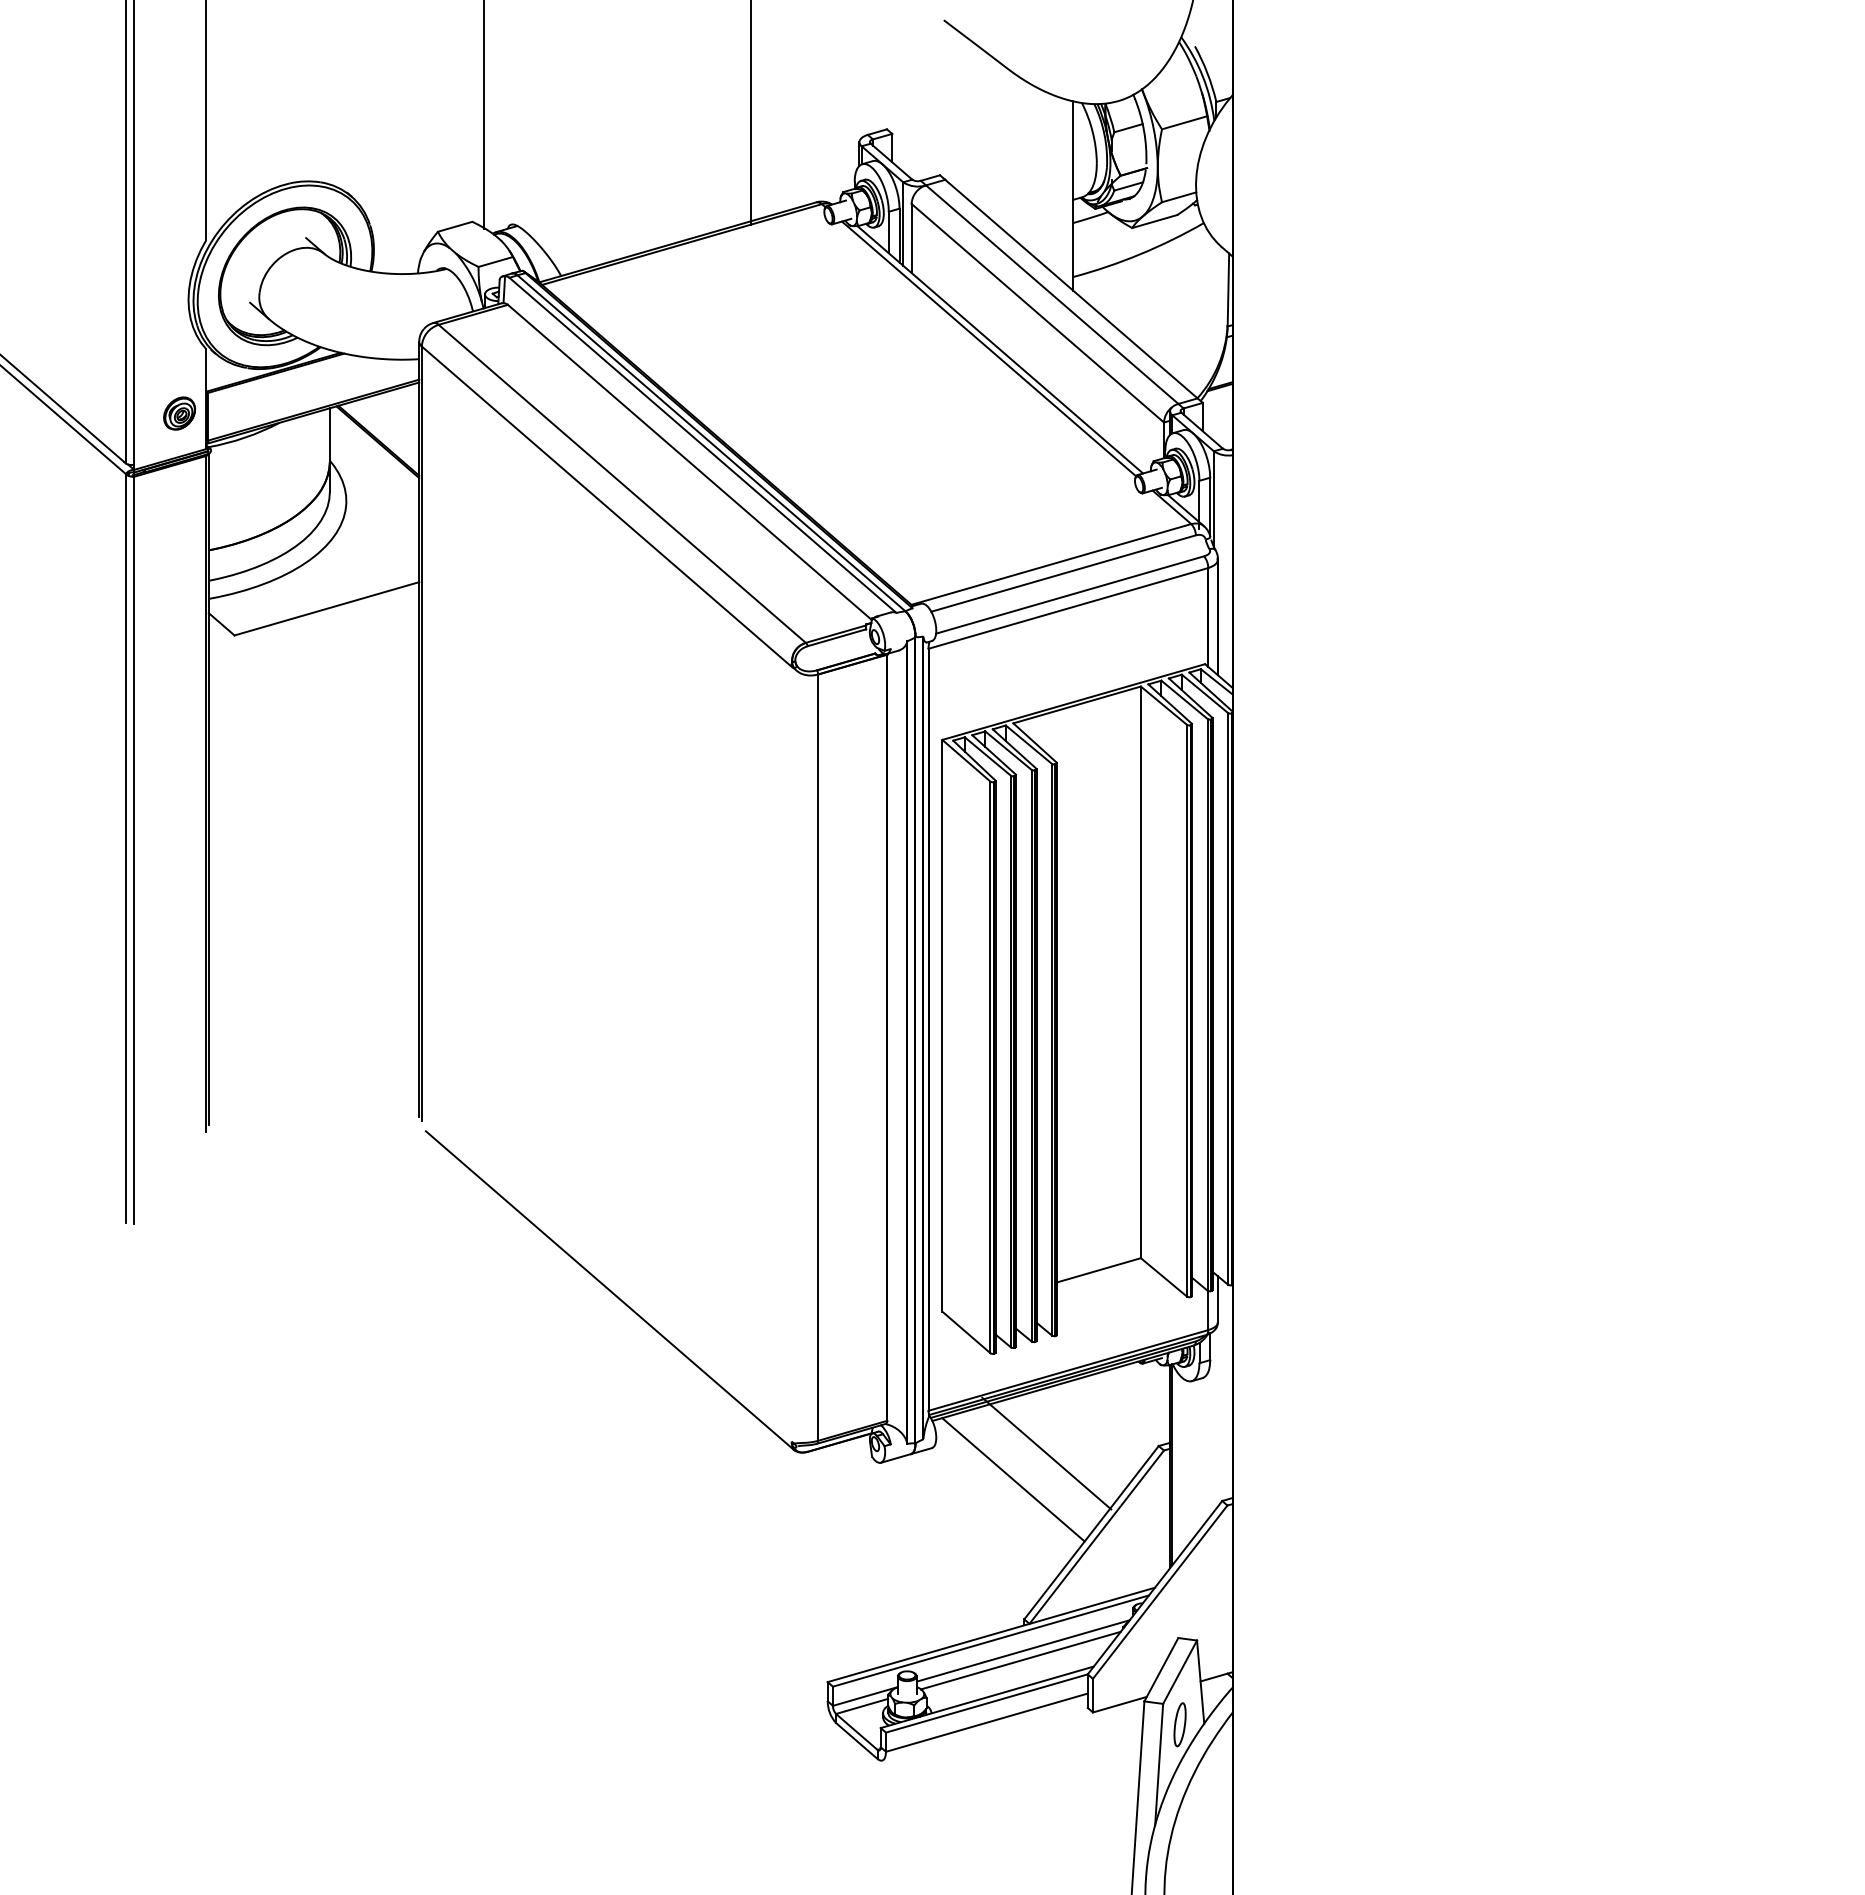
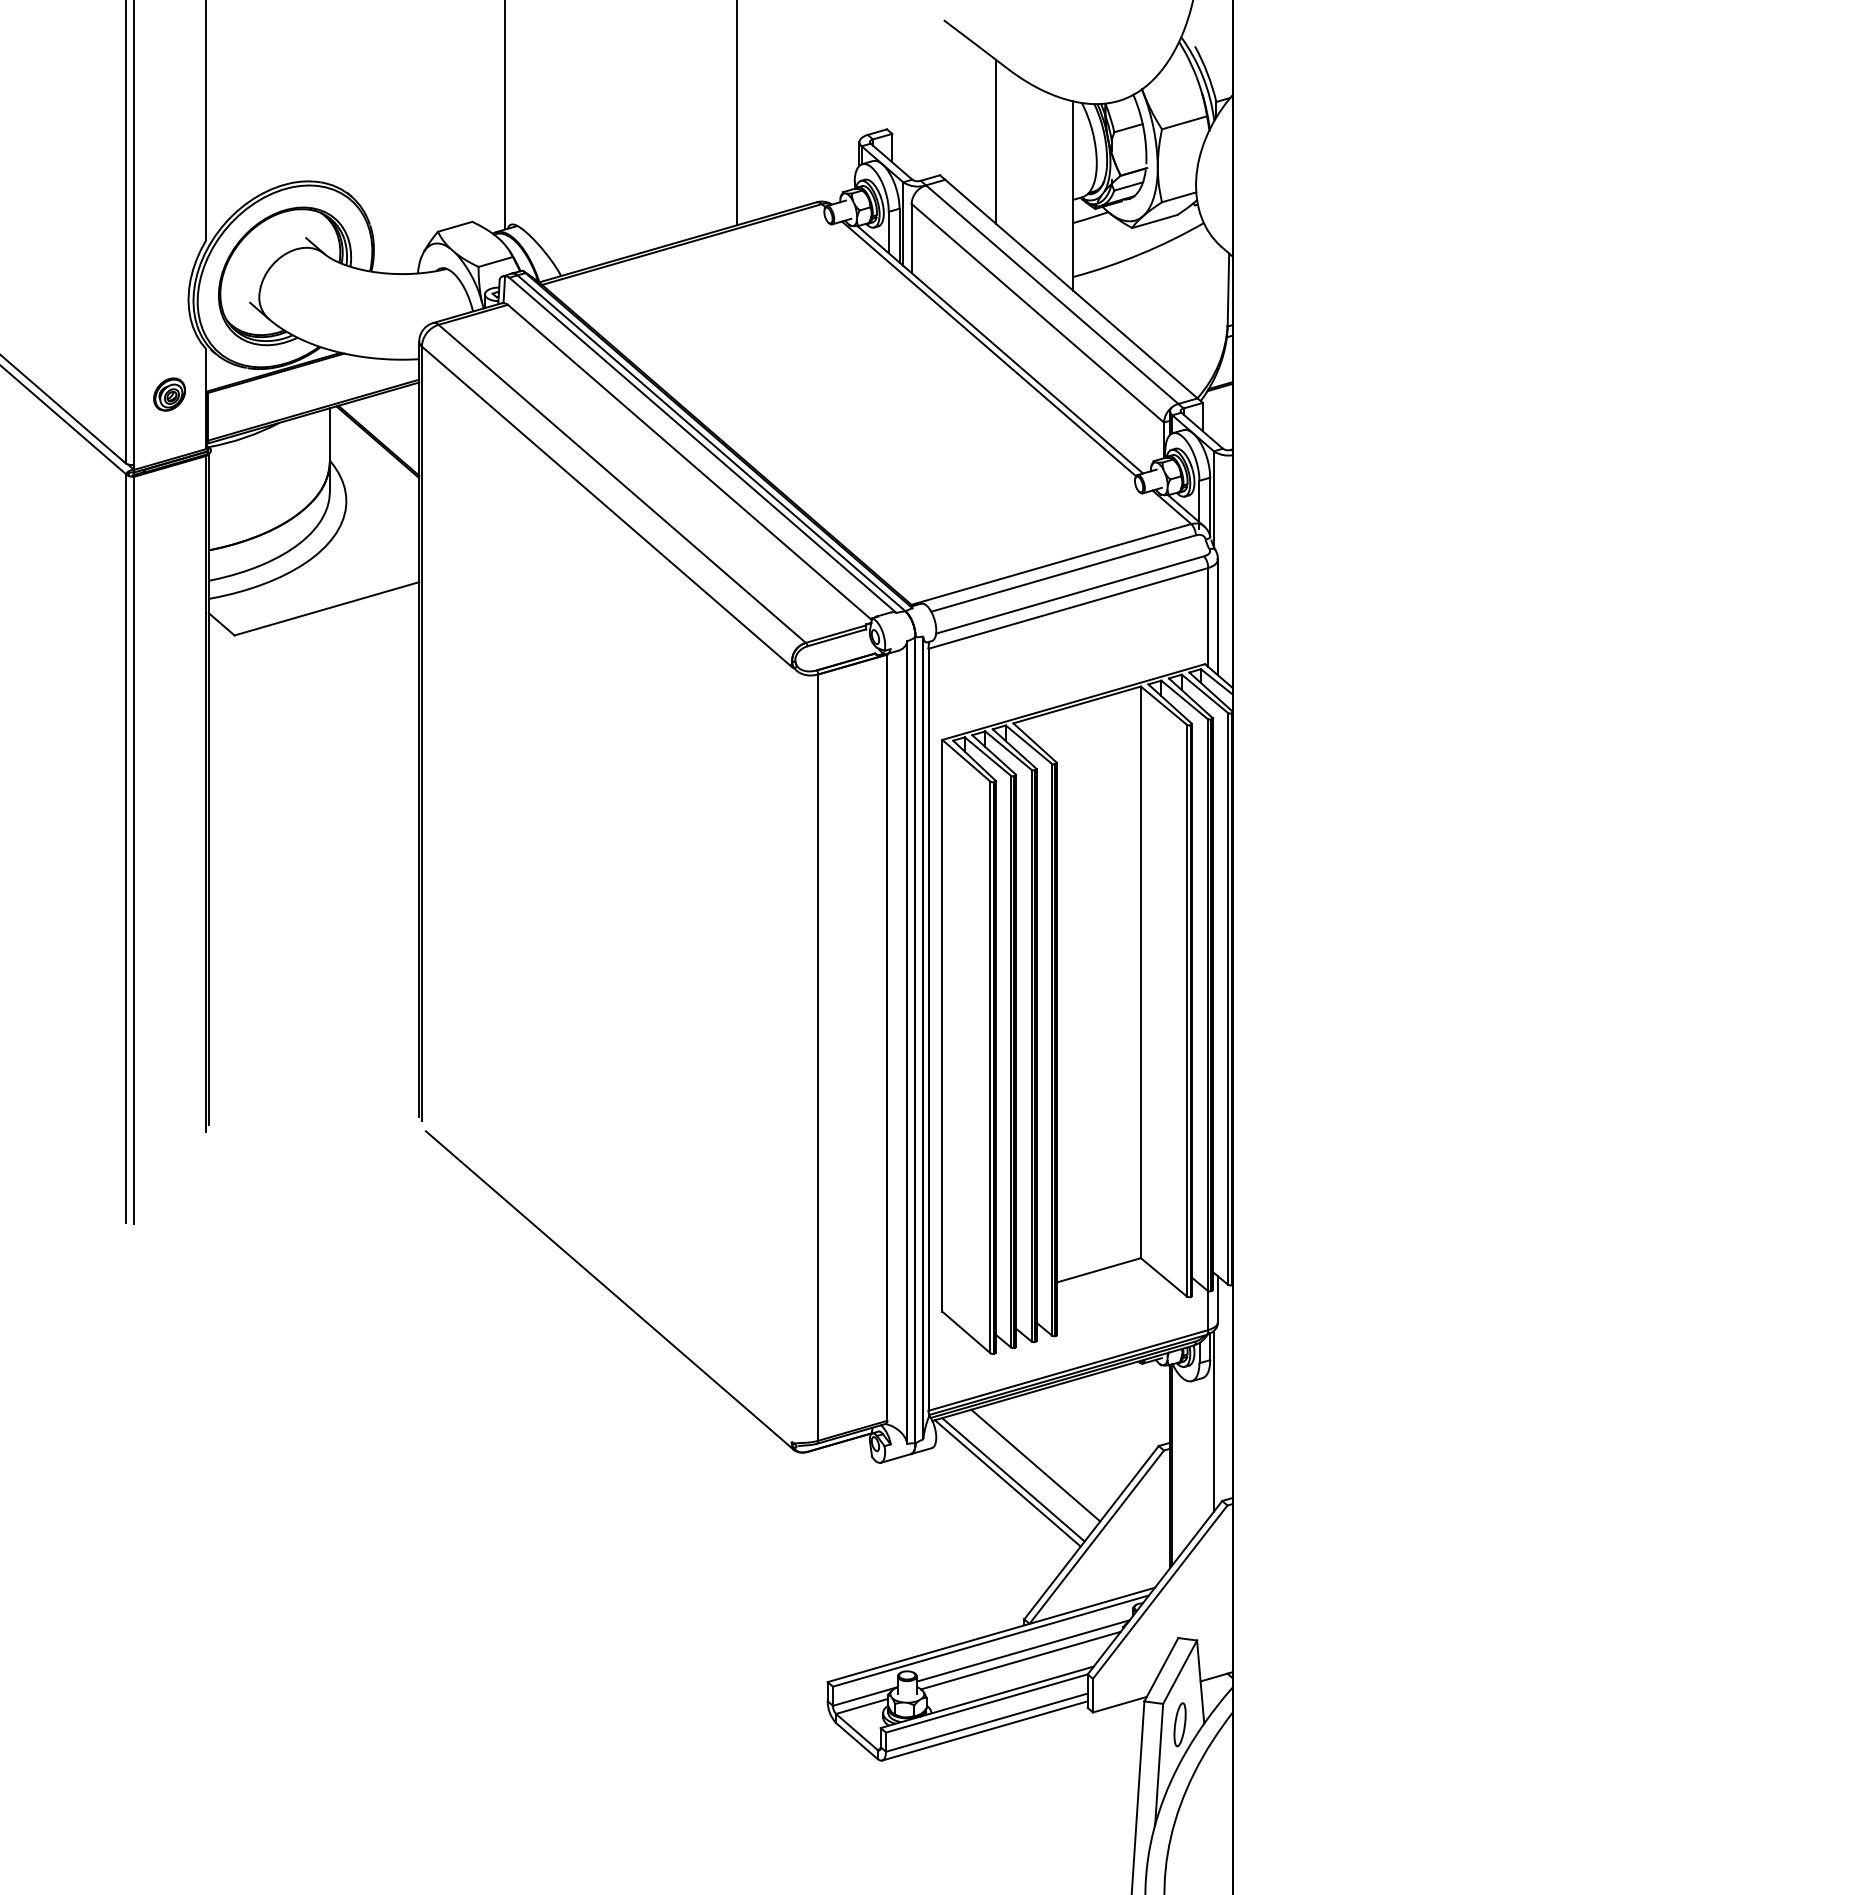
line at (750, 113) position: (750, 113) -> (736, 113)
line at (484, 115) position: (484, 115) -> (505, 115)
line at (996, 141): none -> present
part at (179, 413) position: (179, 413) -> (169, 394)
line at (1213, 1420): none -> present
line at (1046, 1453) position: (1046, 1453) -> (1035, 1465)
line at (1007, 1483): none -> present
line at (984, 1730): none -> present
